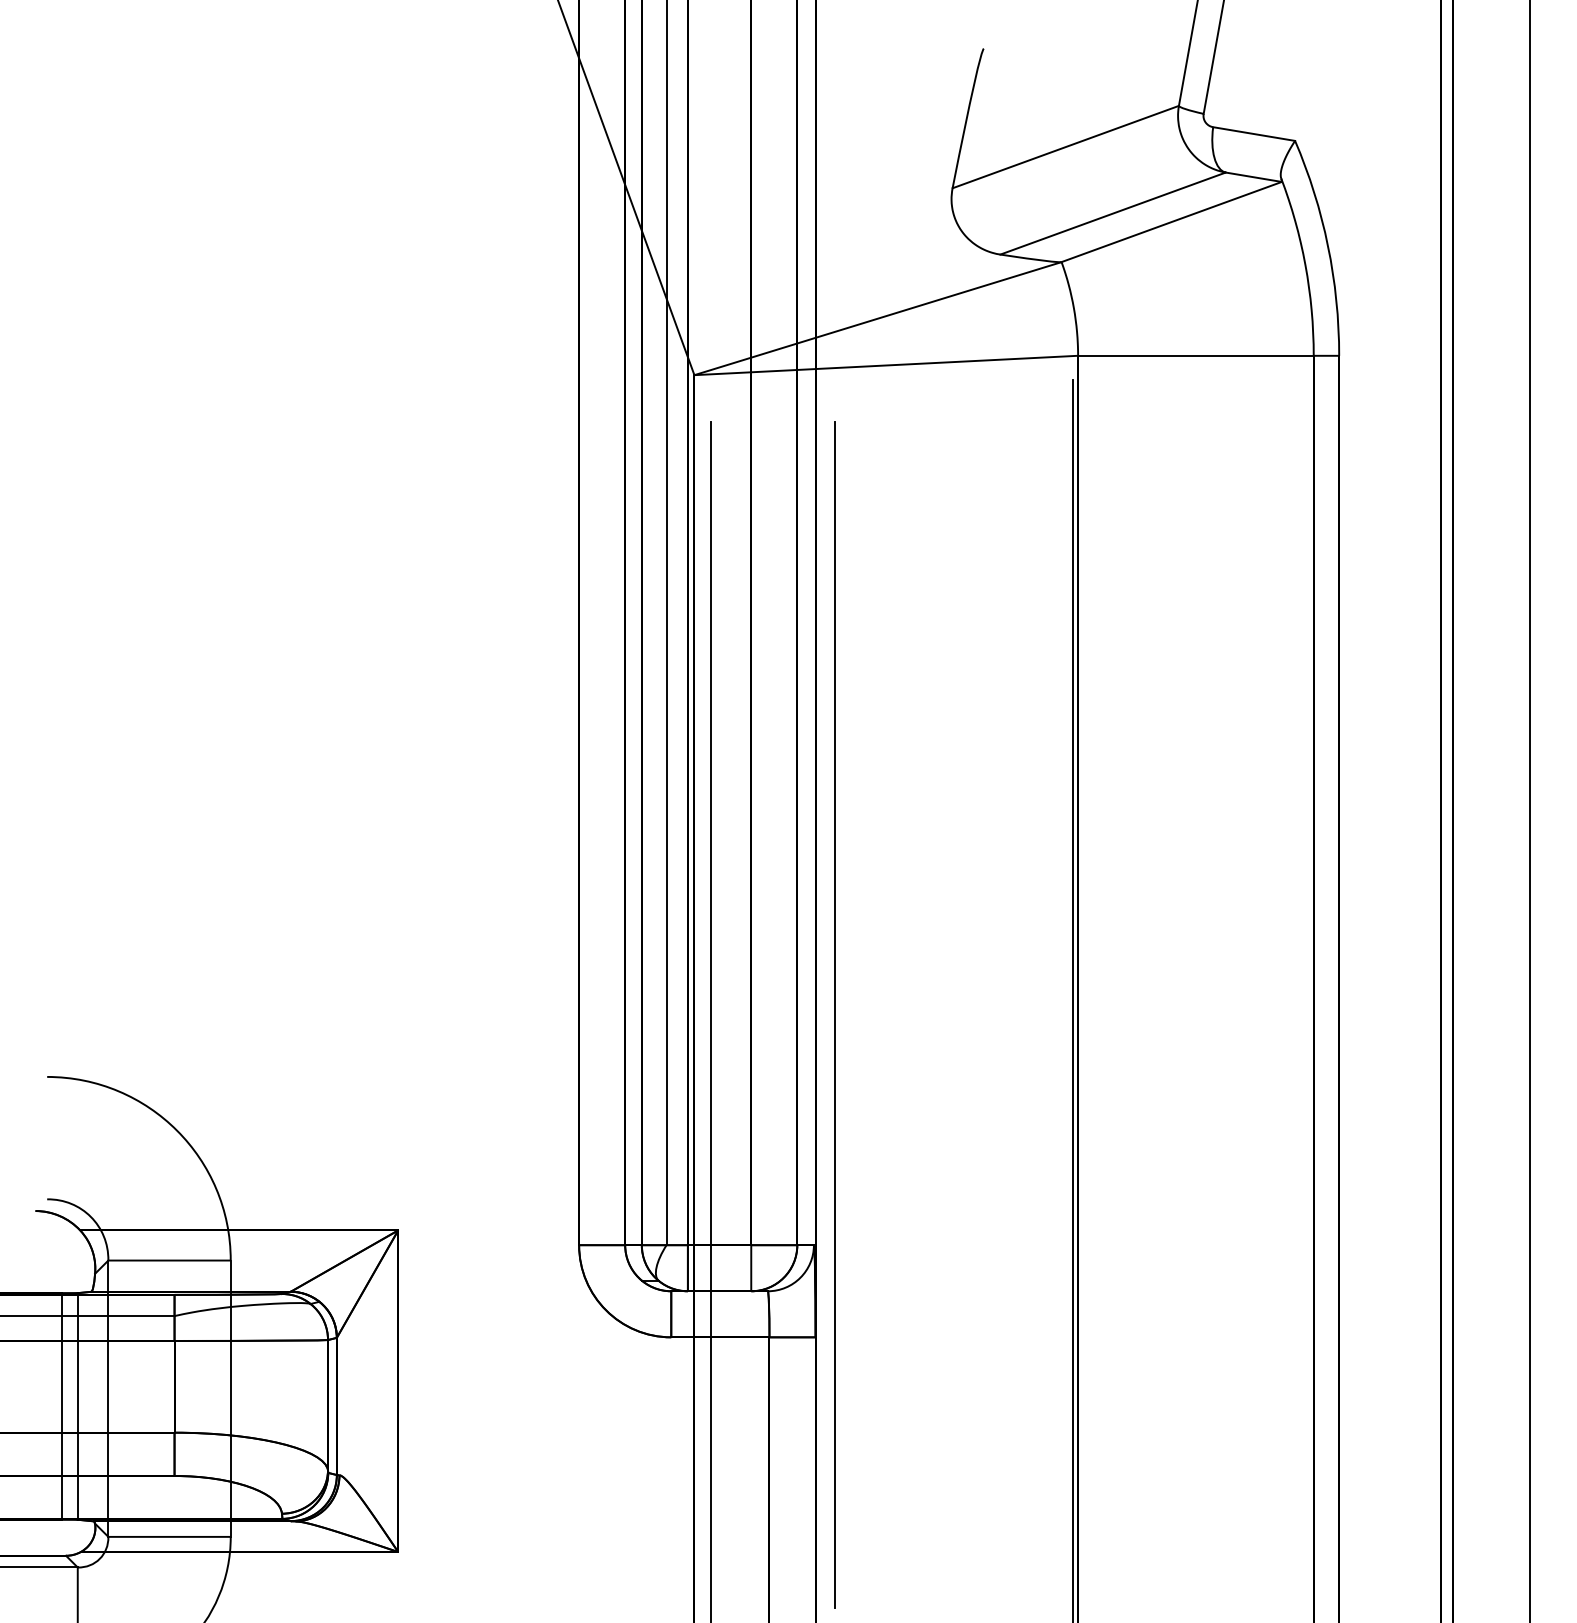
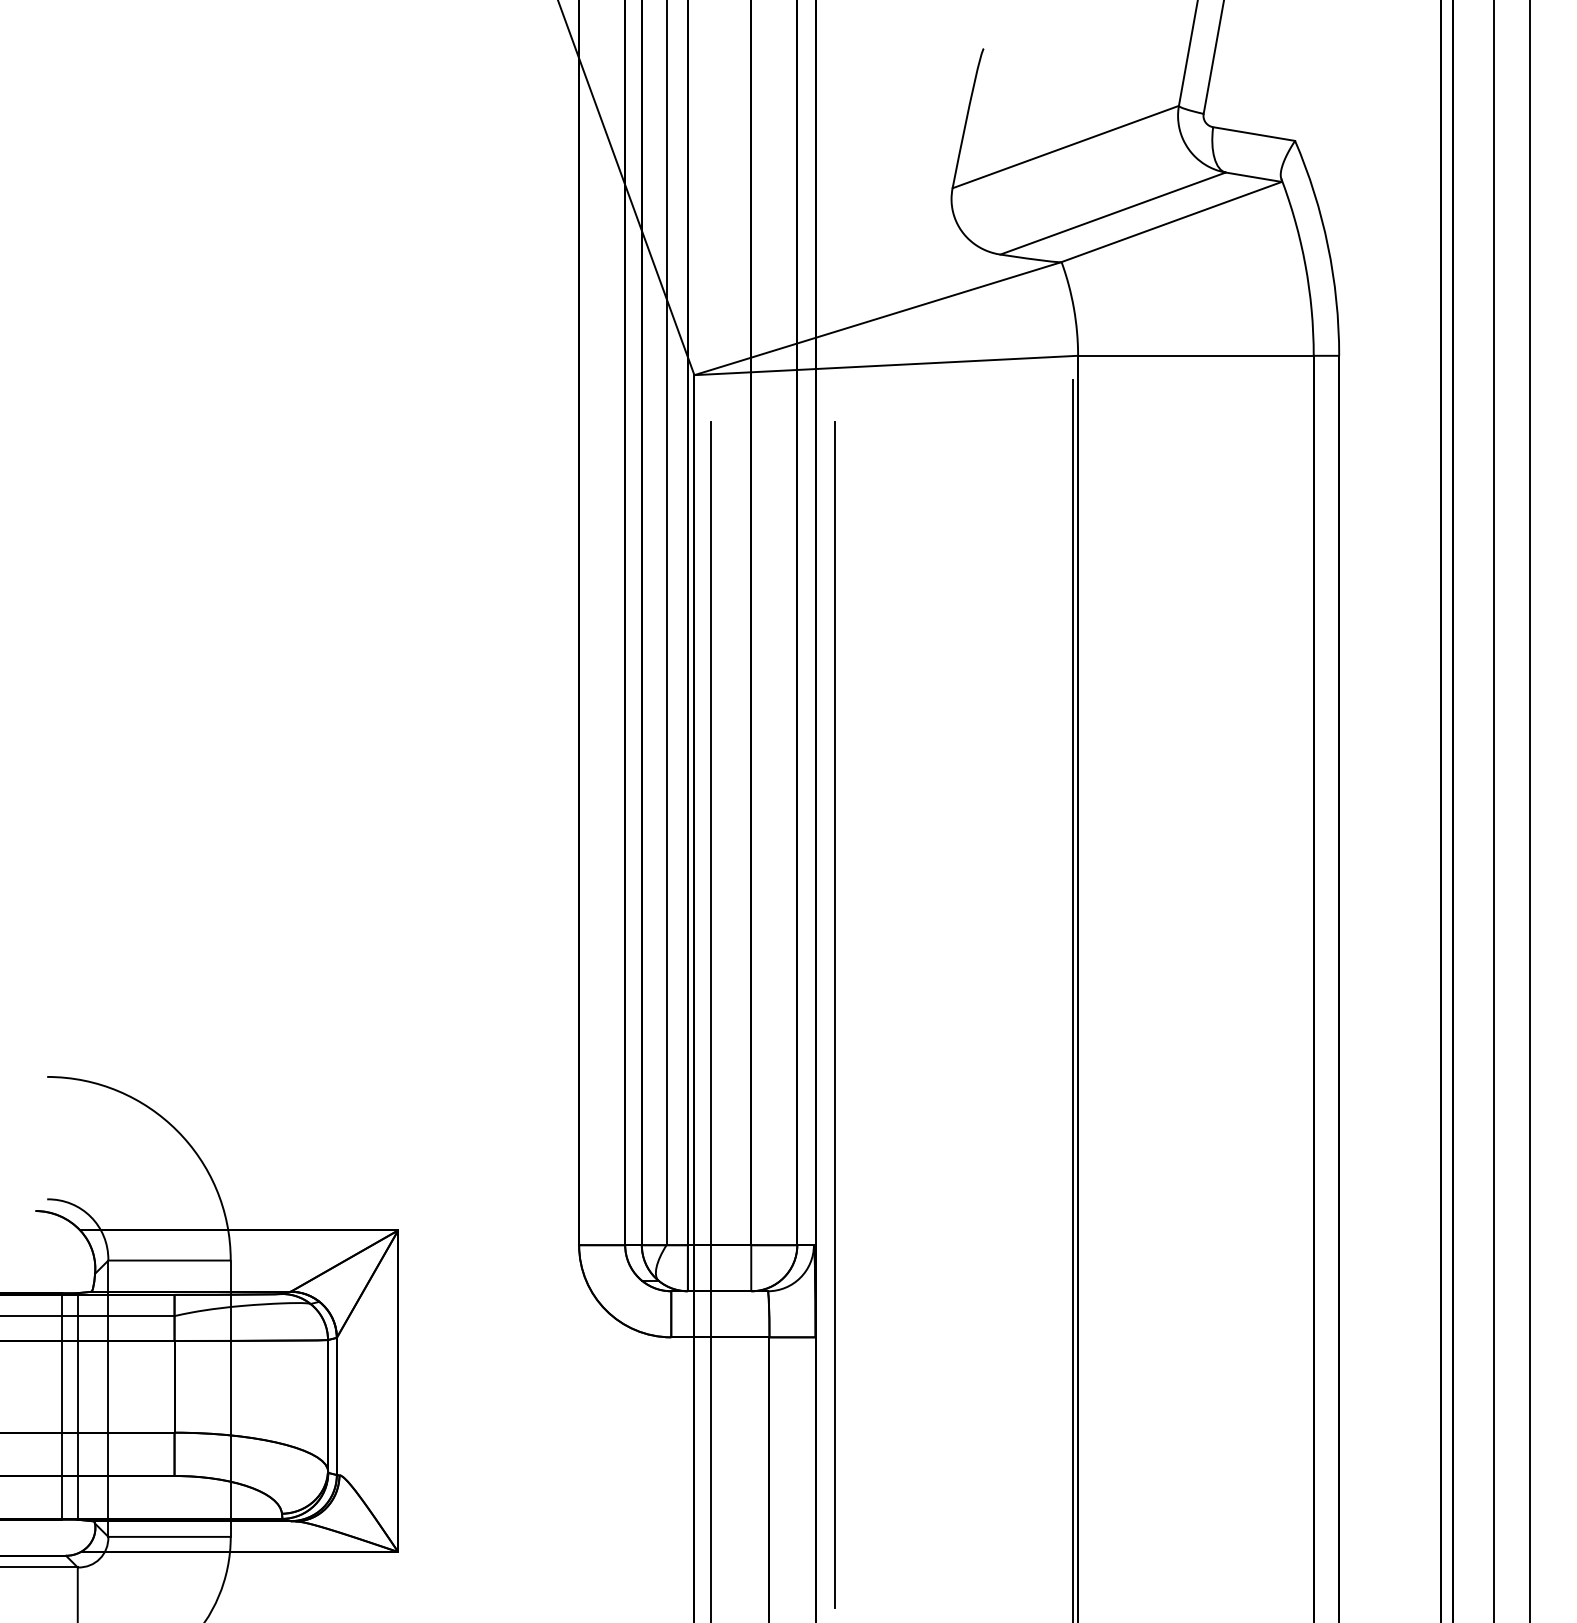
line at (1494, 810): none -> present
